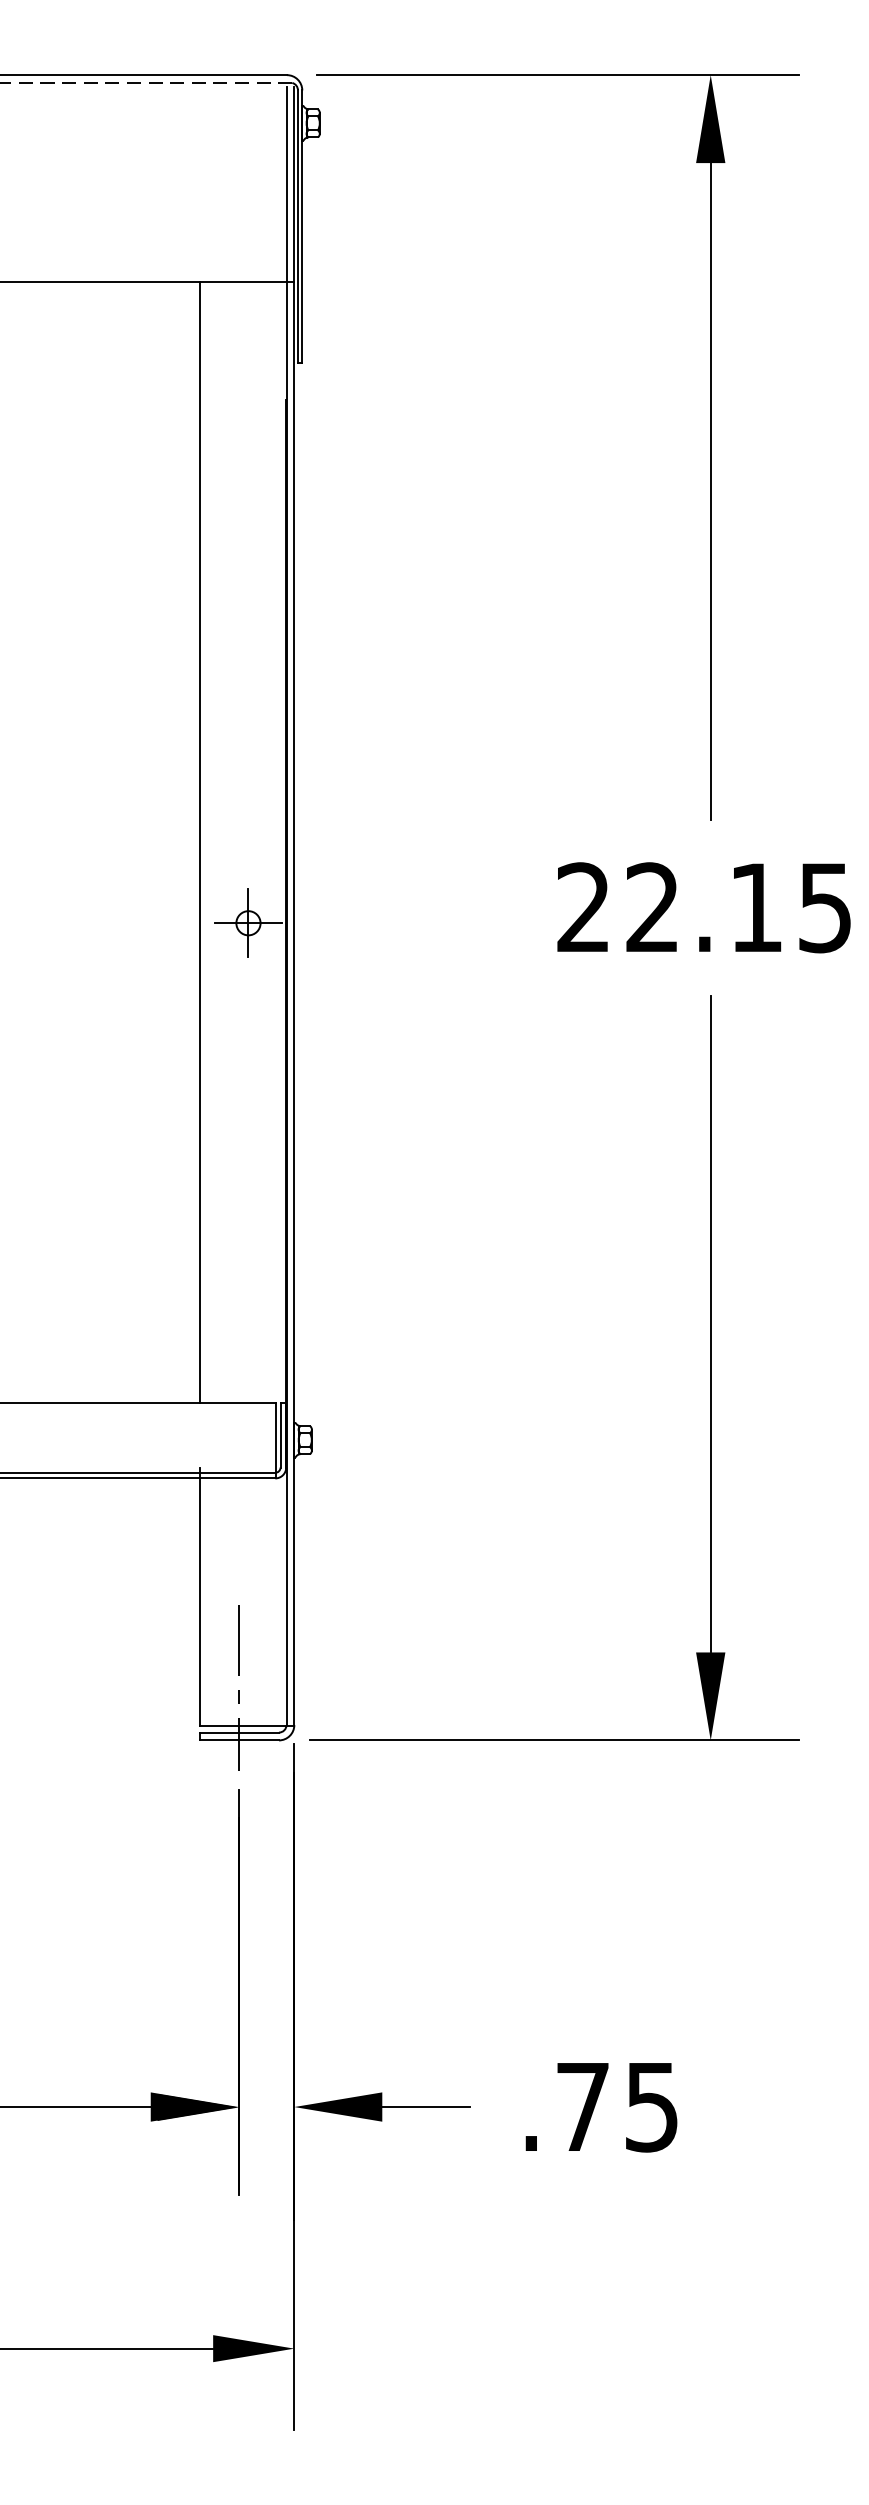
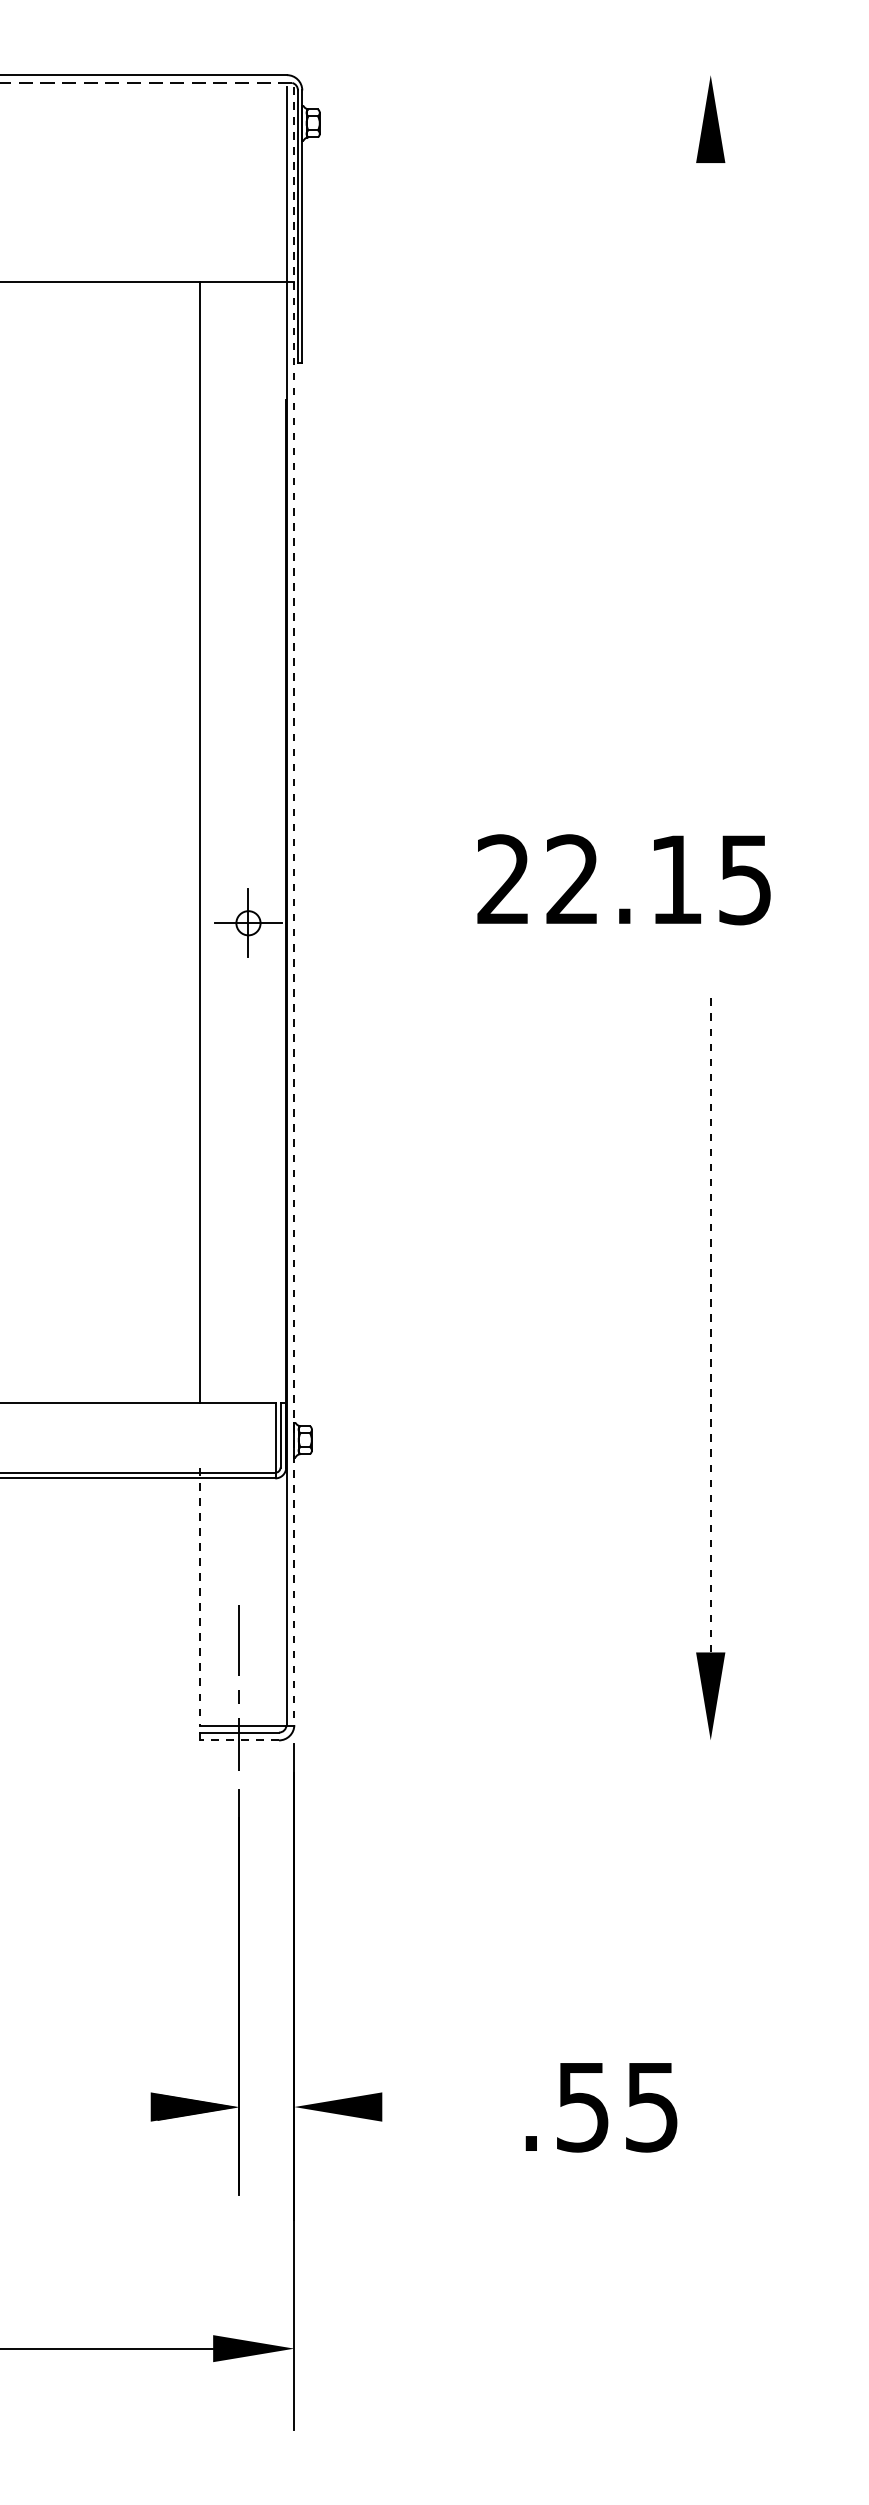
line at (557, 75): present -> none
line at (710, 491): present -> none
line at (294, 906): solid -> dashed
text at (703, 907) position: (703, 907) -> (623, 879)
line at (710, 1323): solid -> dashed
line at (200, 1596): solid -> dashed
line at (239, 1740): solid -> dashed
line at (553, 1740): present -> none
line at (79, 2107): present -> none
line at (426, 2107): present -> none
text at (582, 2107): .75 -> .55
